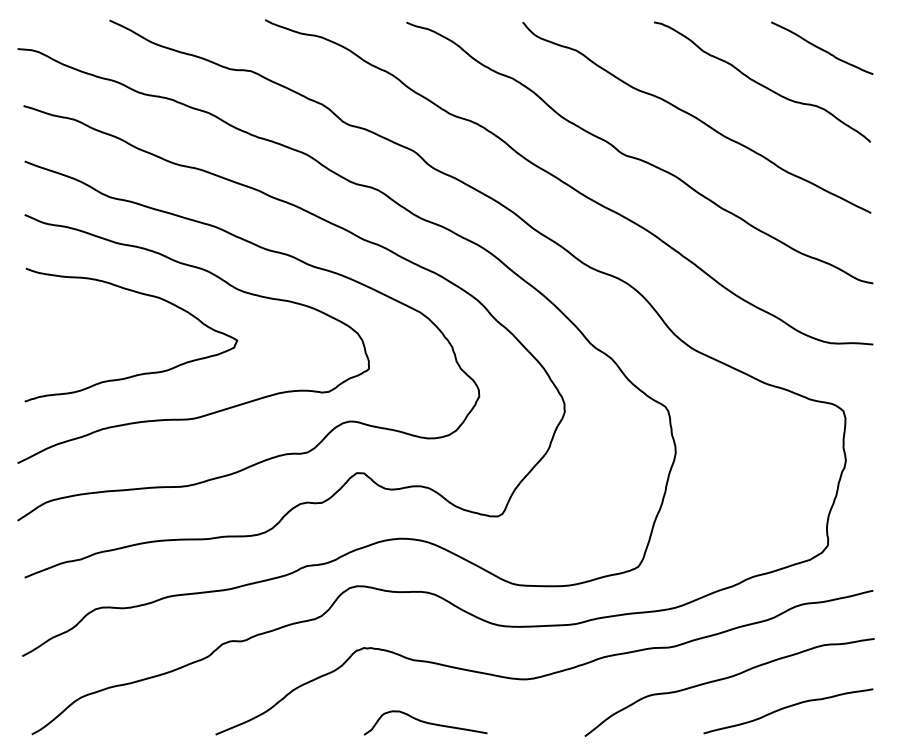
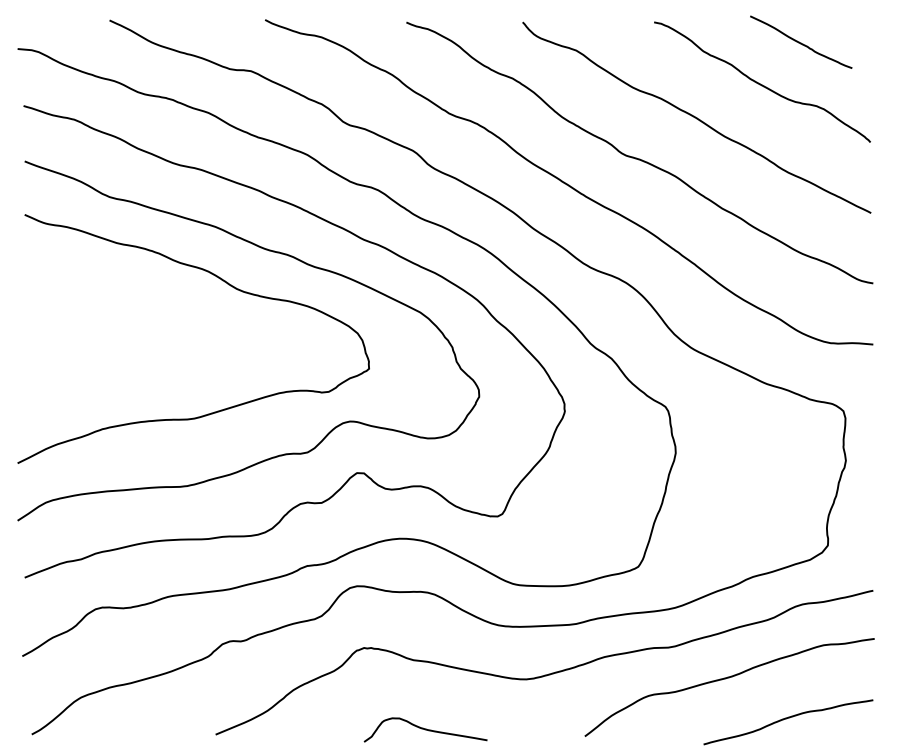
curve at (822, 48) position: (822, 48) -> (801, 42)
curve at (139, 373): present -> none
curve at (786, 708) position: (786, 708) -> (786, 719)
curve at (425, 722) position: (425, 722) -> (425, 729)
